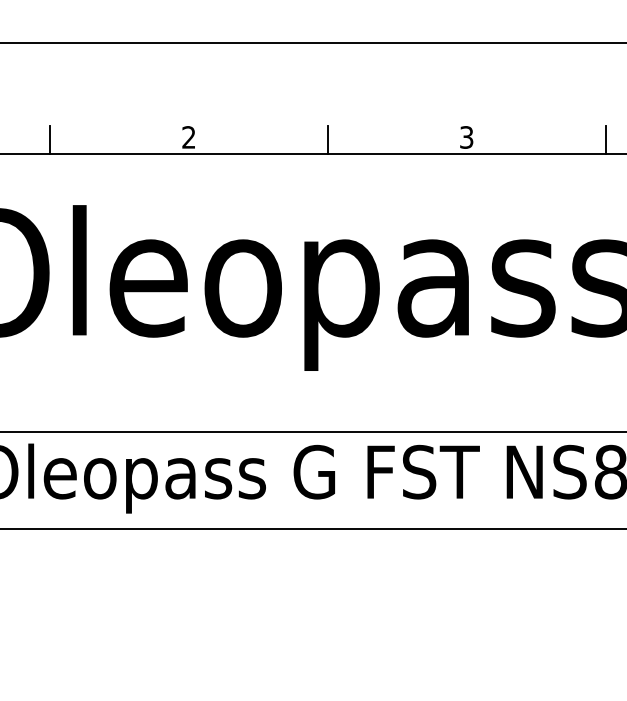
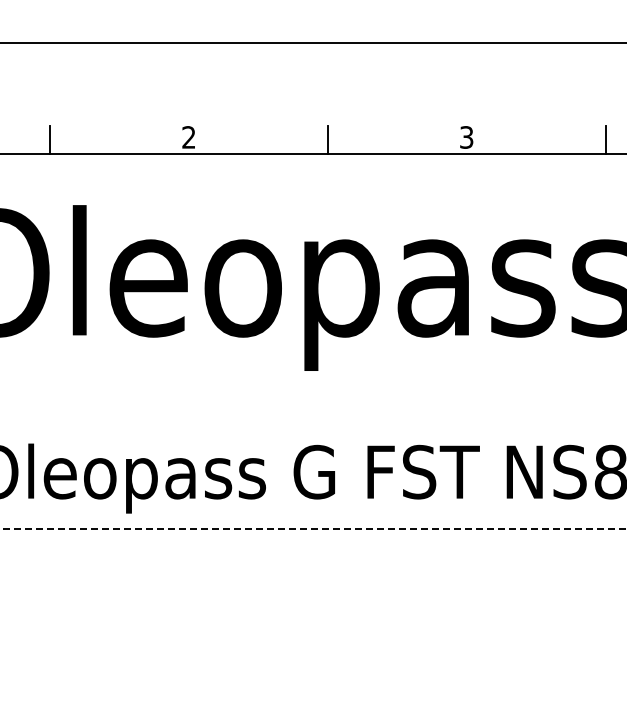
line at (312, 431): present -> none
line at (314, 529): solid -> dashed
